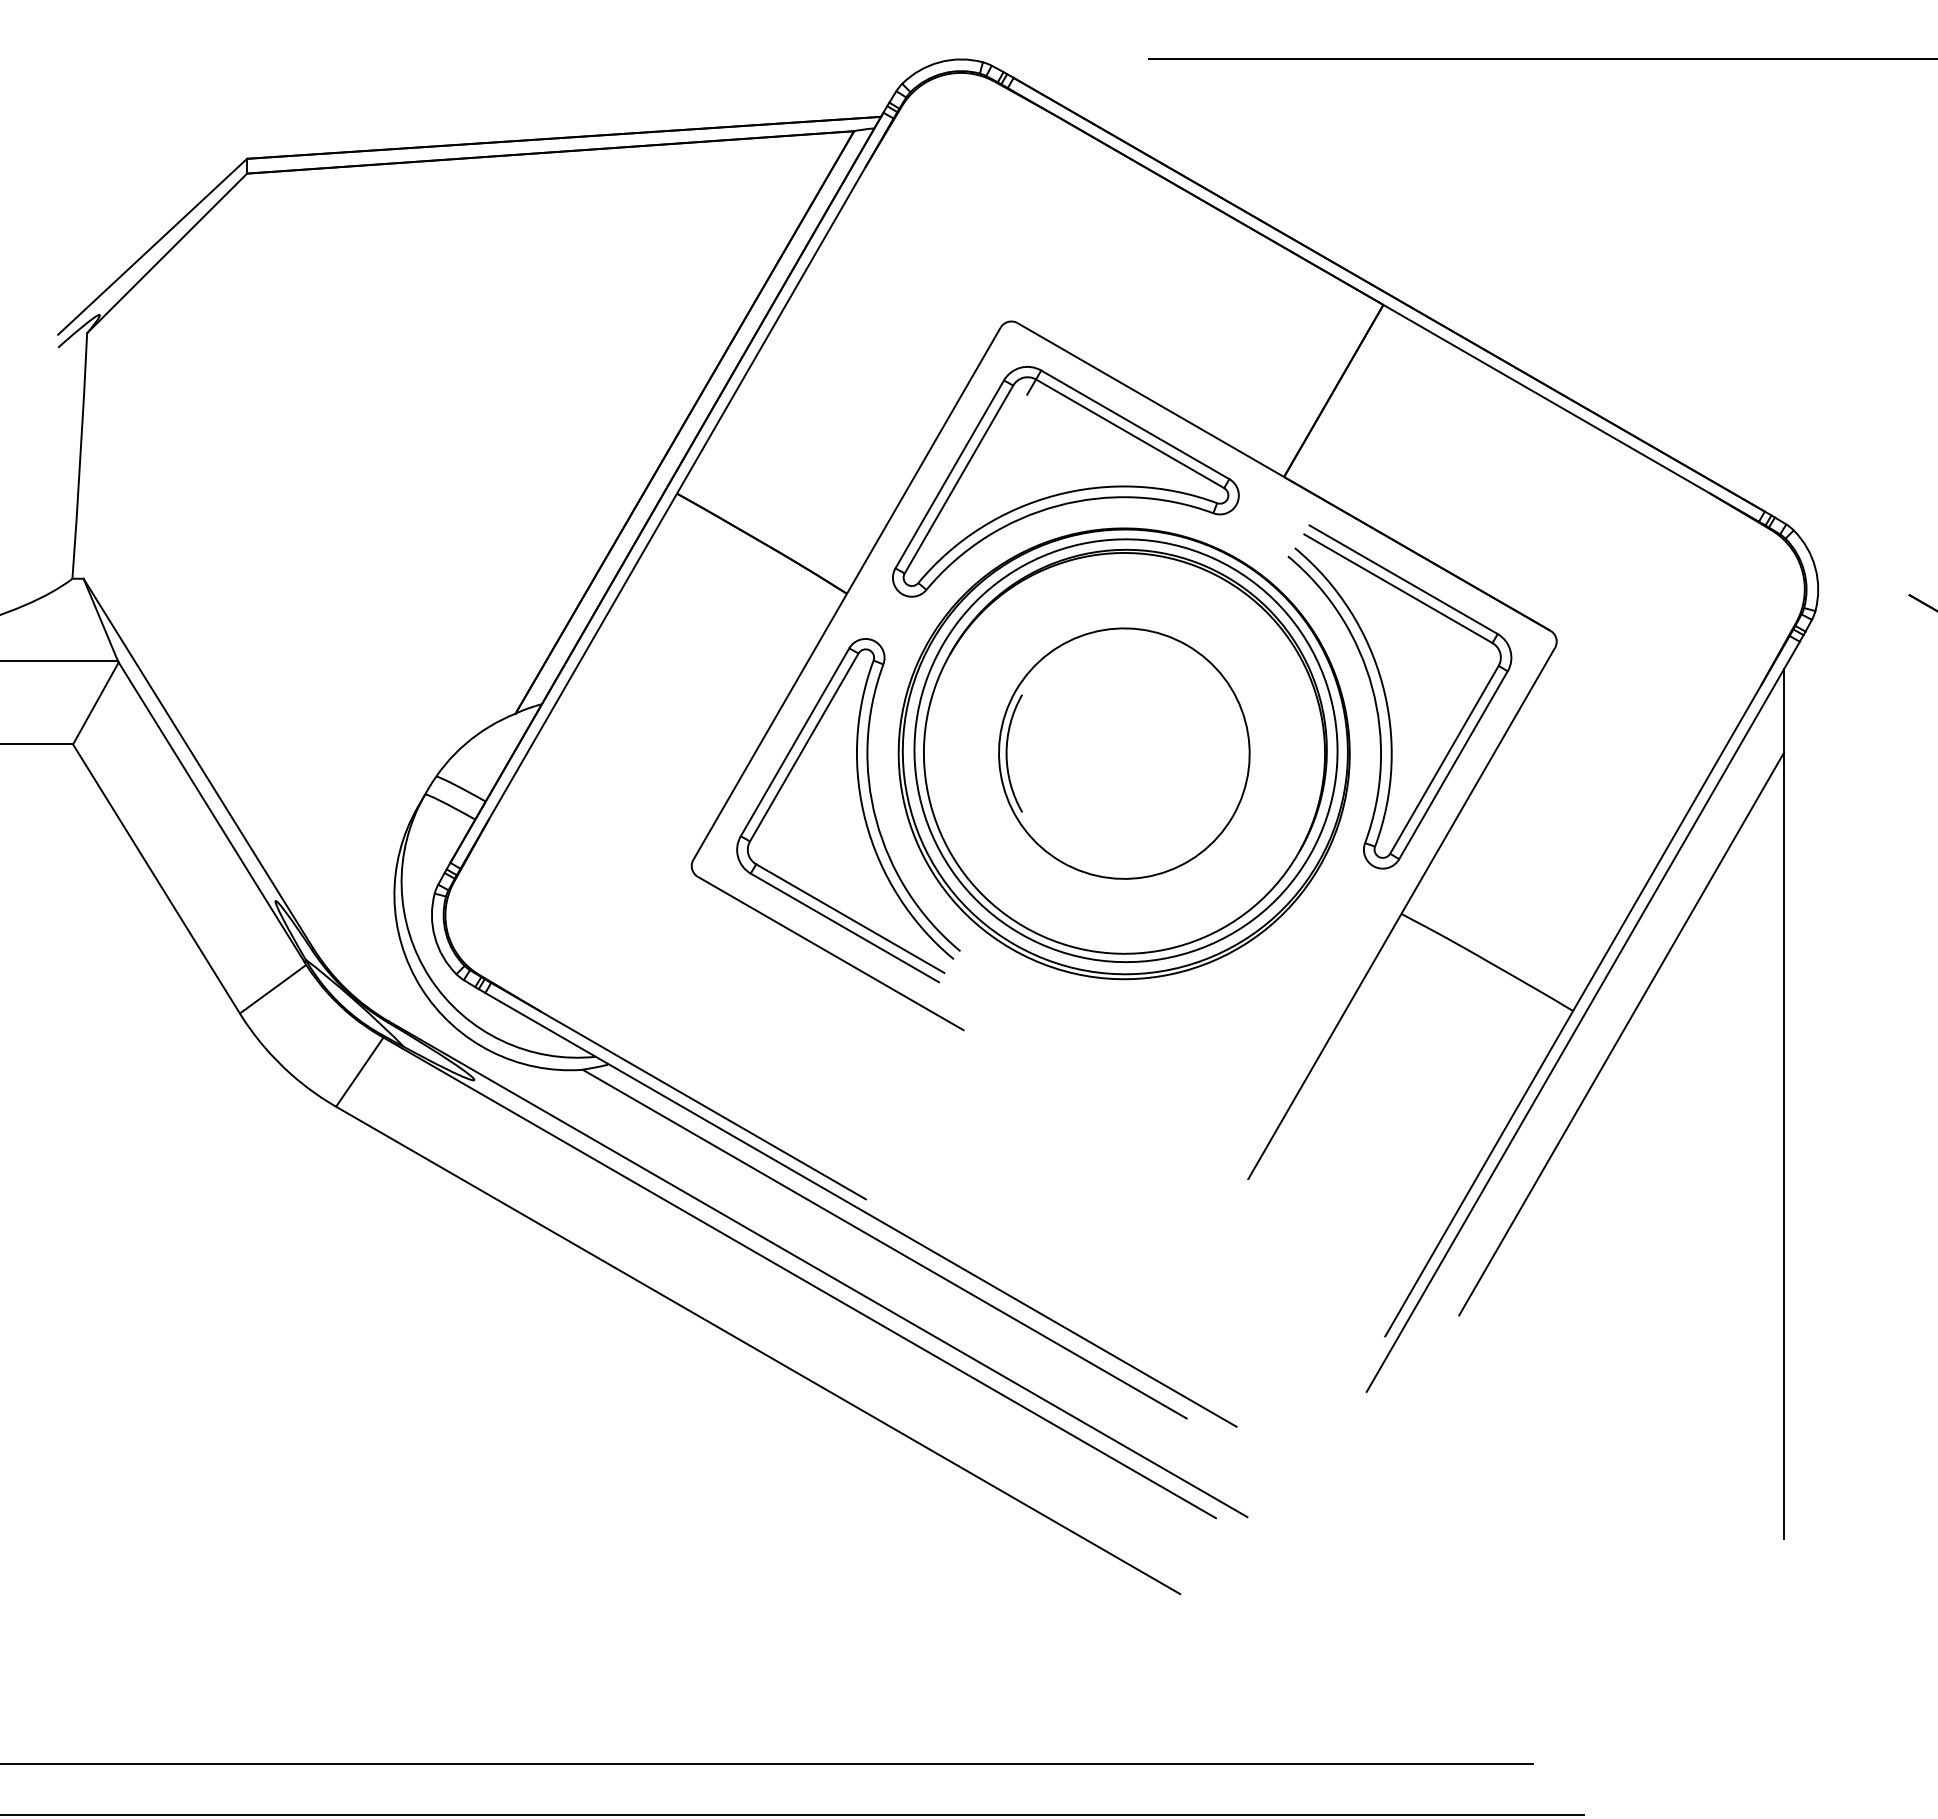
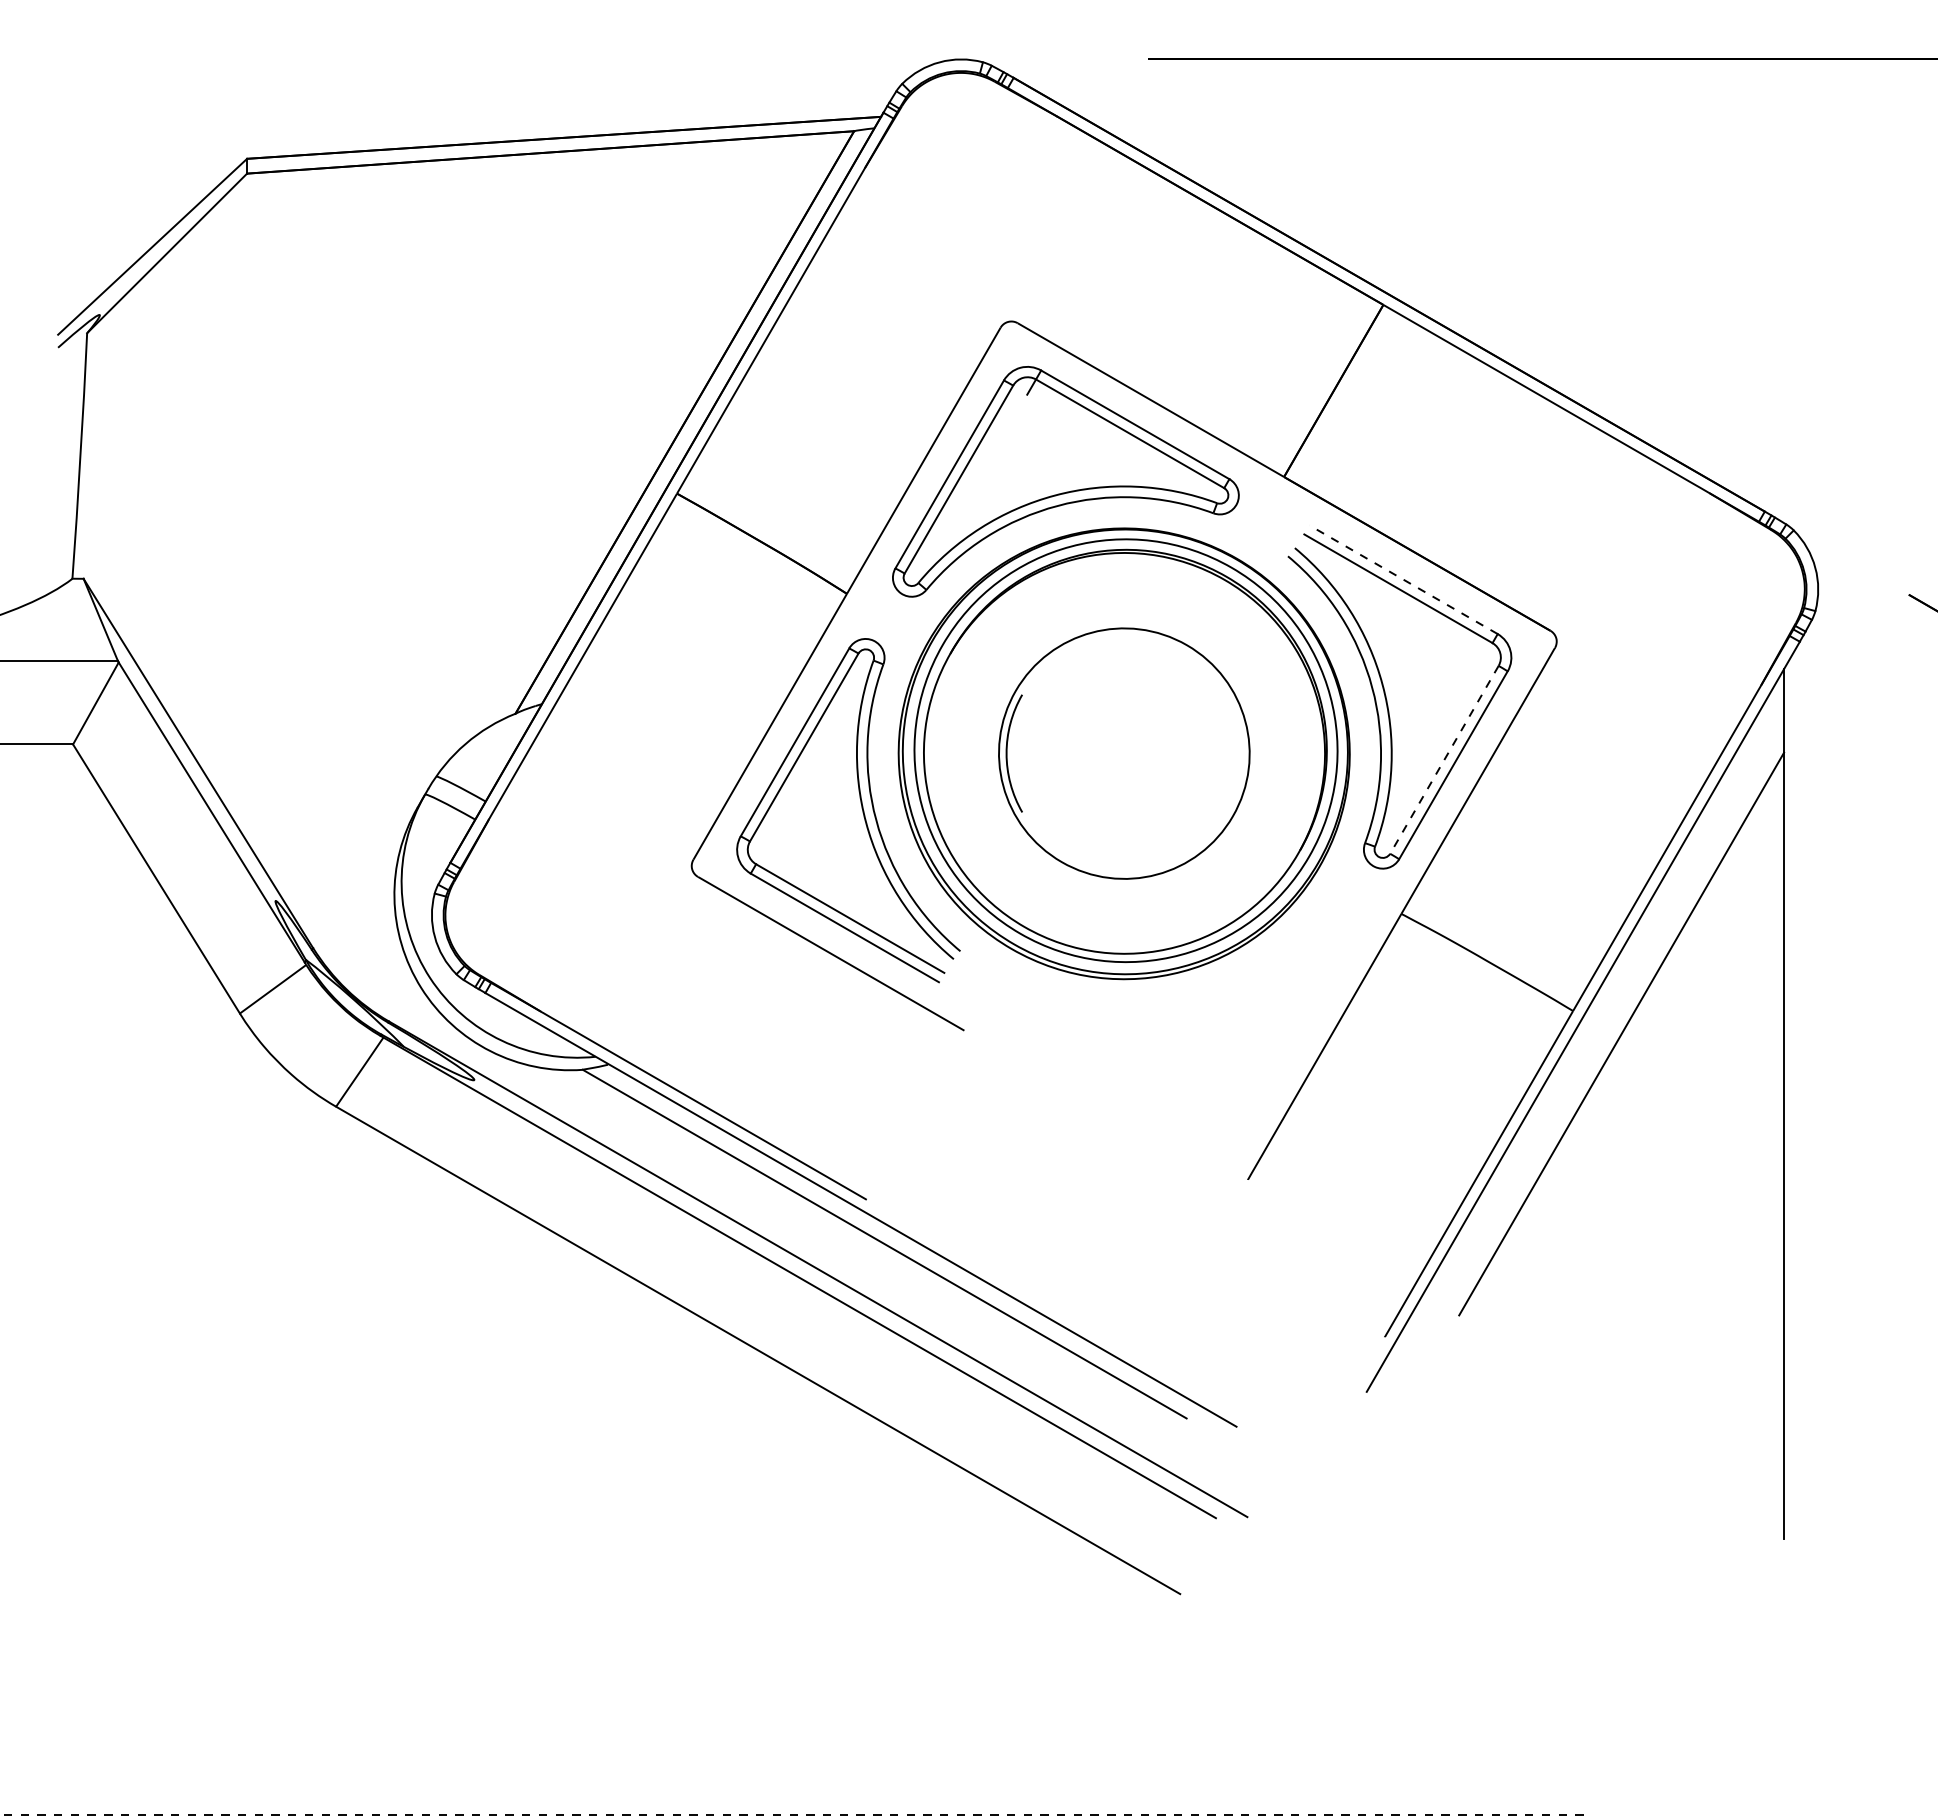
line at (1403, 579): solid -> dashed
line at (1444, 760): solid -> dashed
line at (767, 1764): present -> none
line at (791, 1814): solid -> dashed
